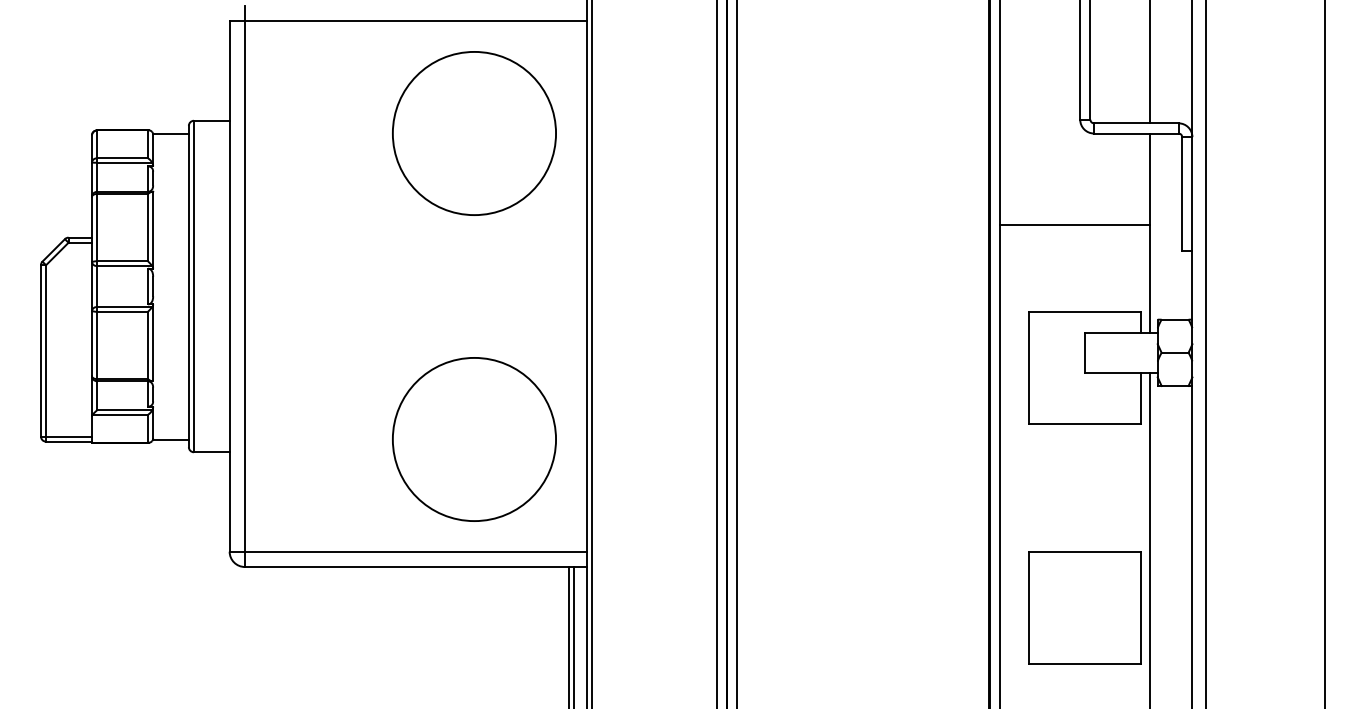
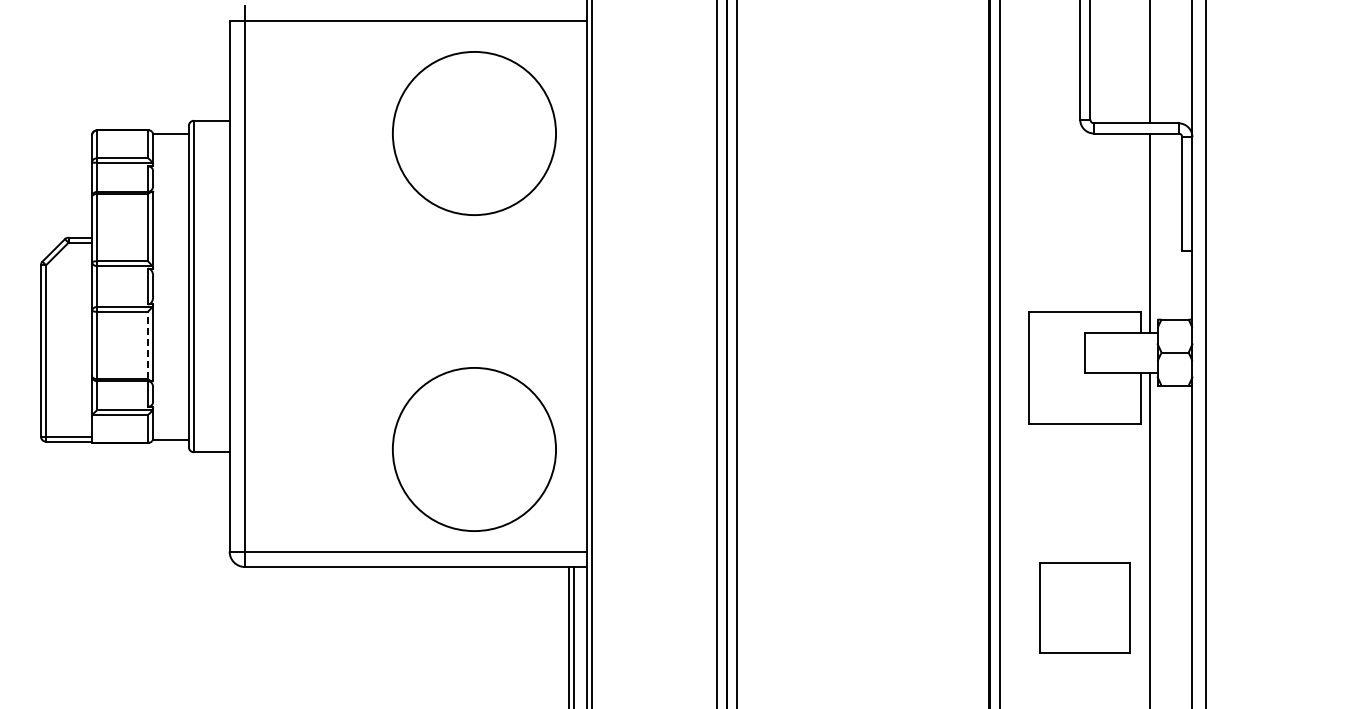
line at (1074, 225): present -> none
line at (148, 345): solid -> dashed
line at (1325, 353): present -> none
circle at (474, 439) position: (474, 439) -> (474, 449)
part at (1084, 607) size: 114x114 px -> 92x92 px
